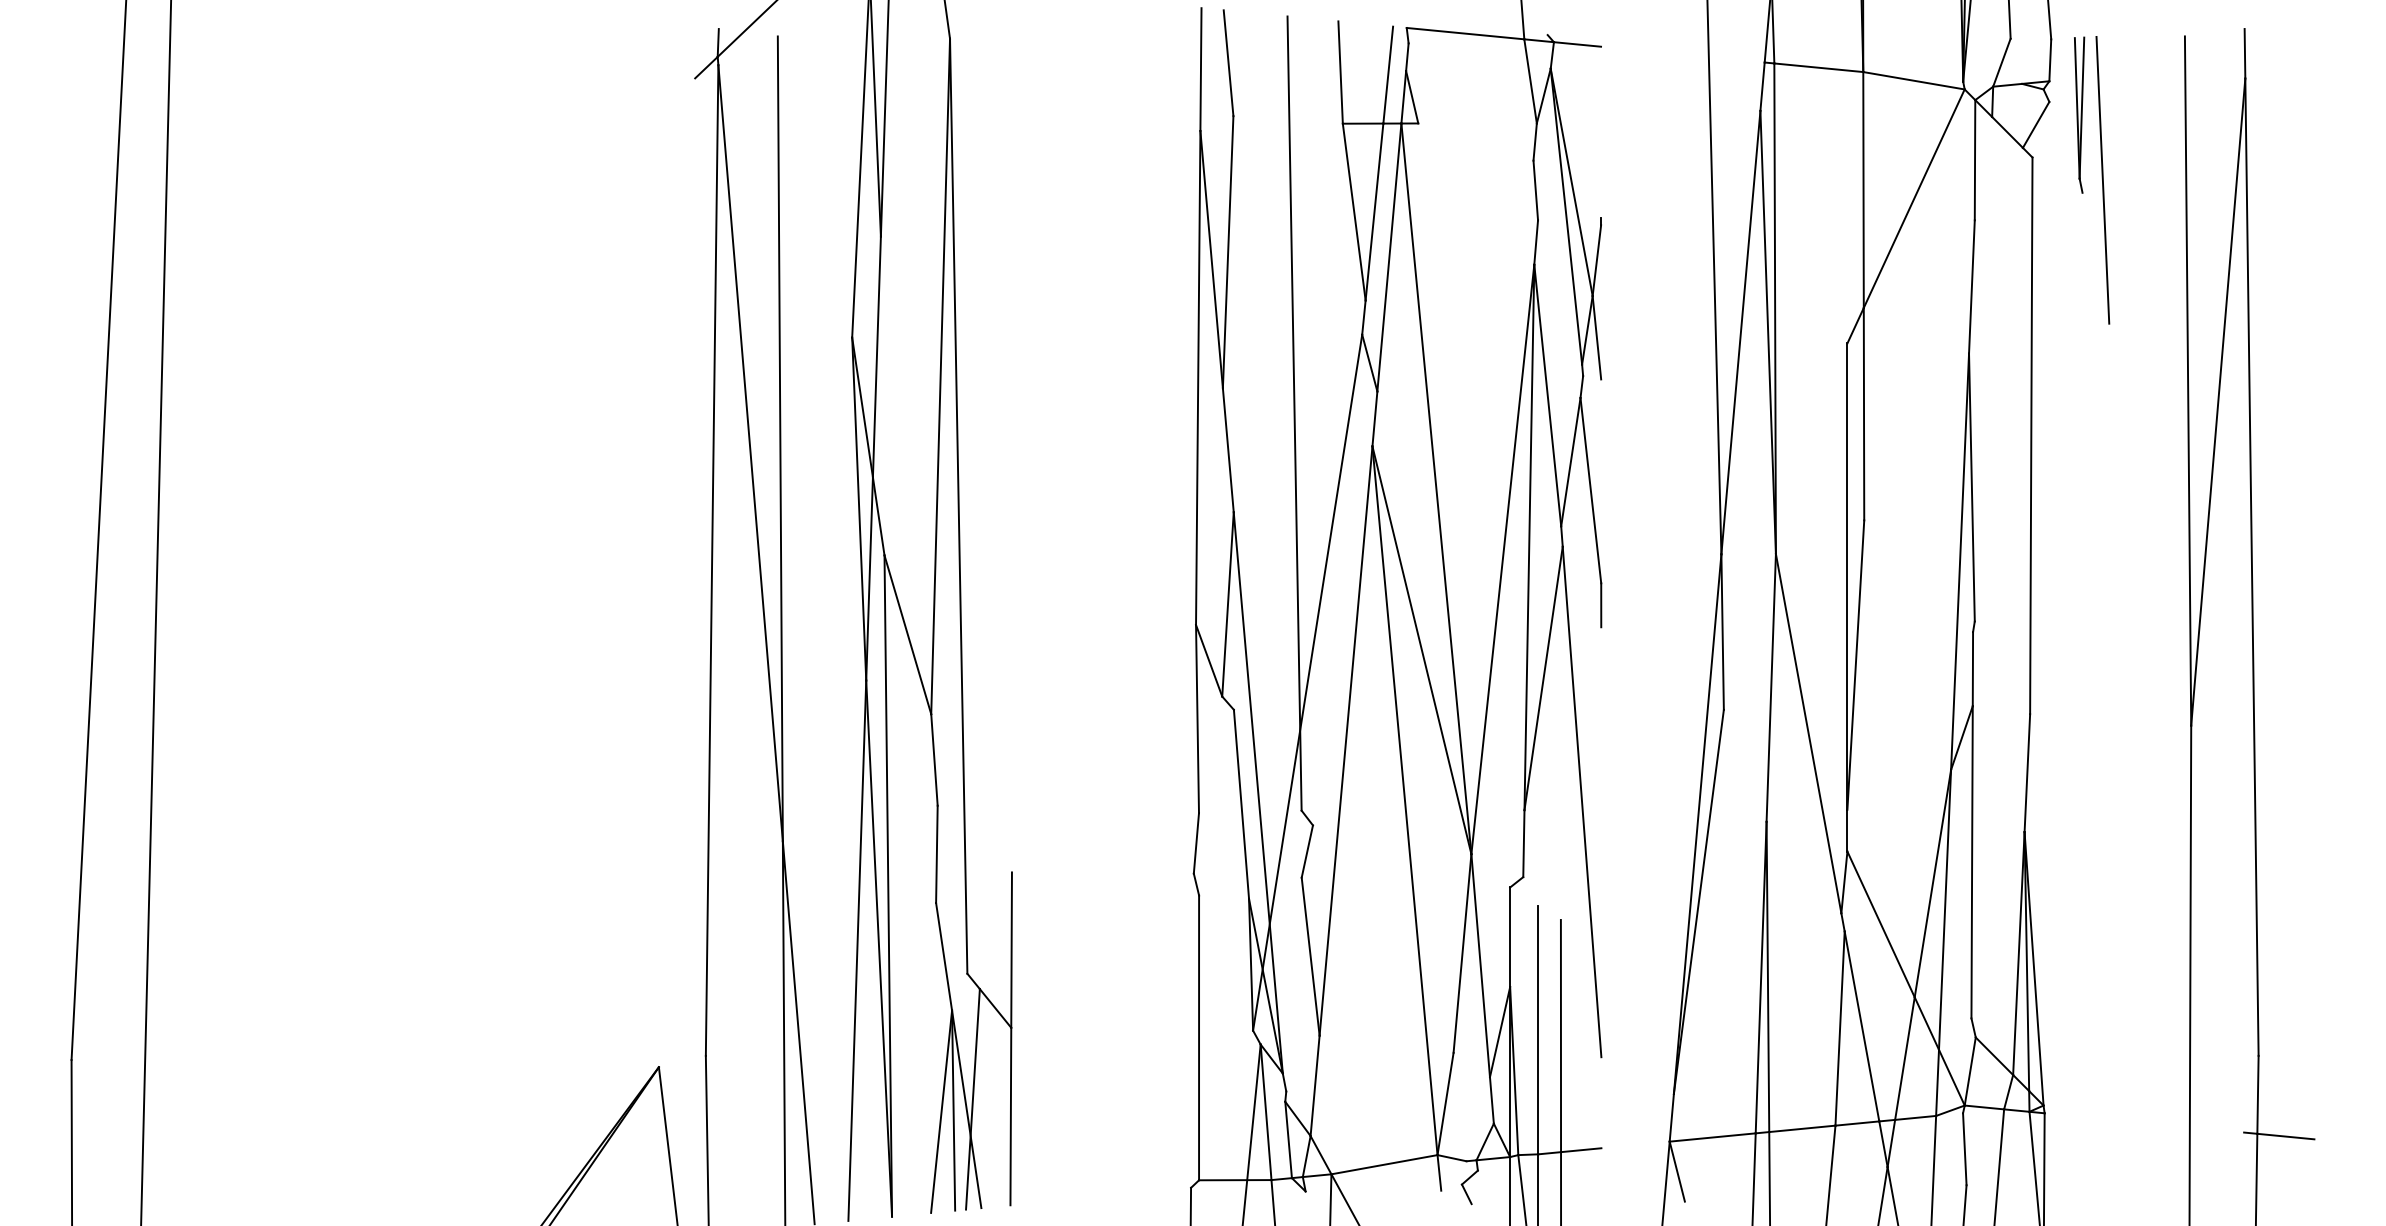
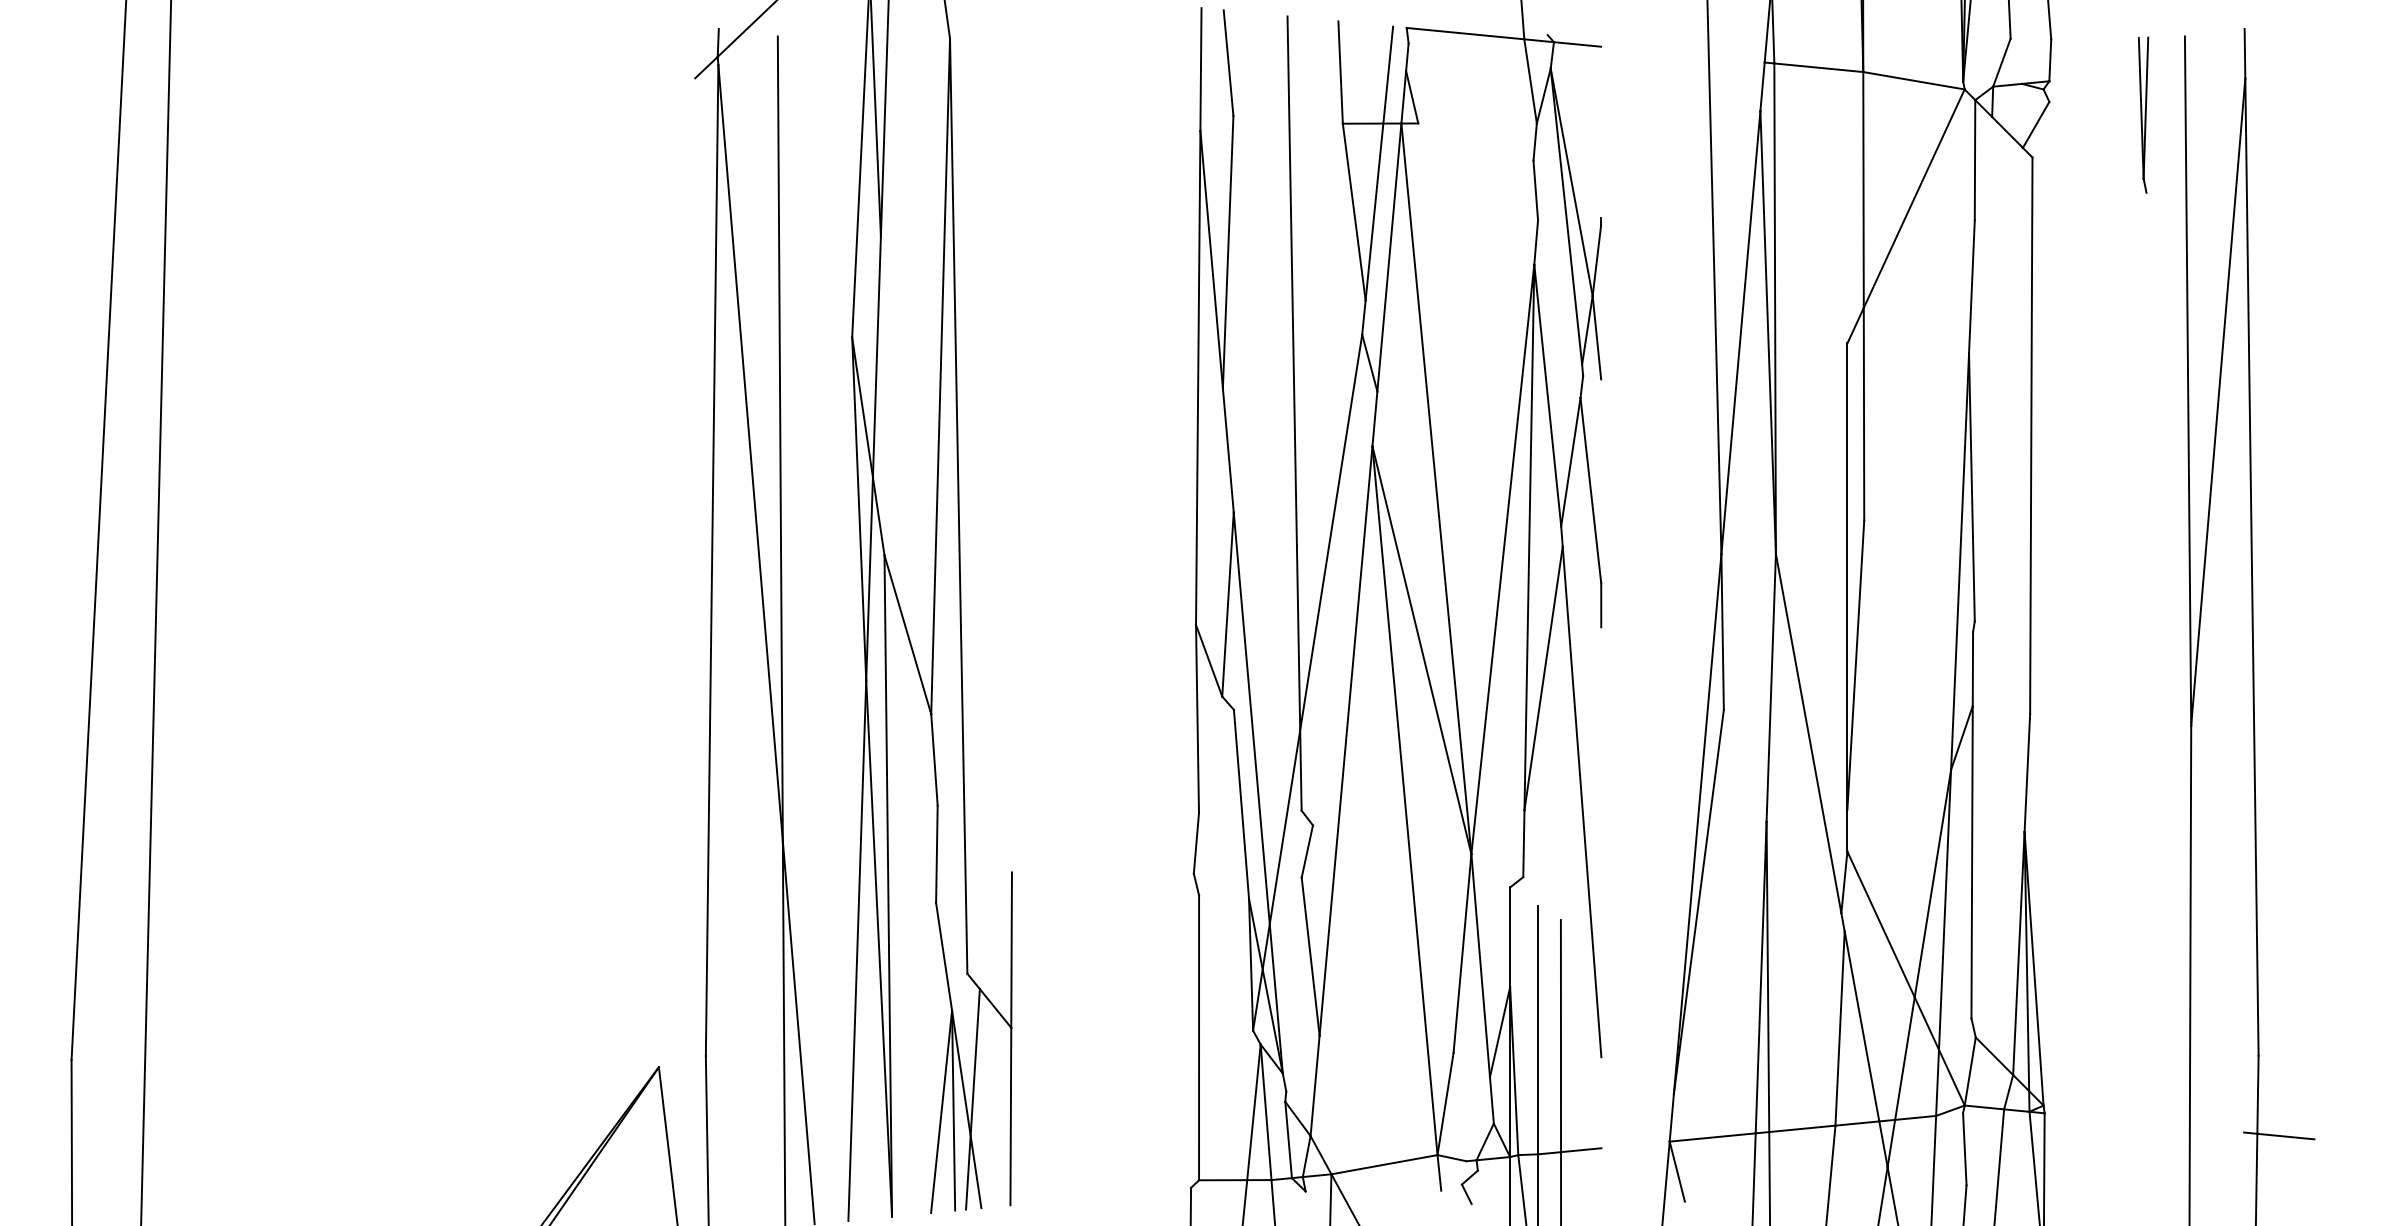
part at (2079, 114) position: (2079, 114) -> (2143, 114)
line at (2102, 179): present -> none
